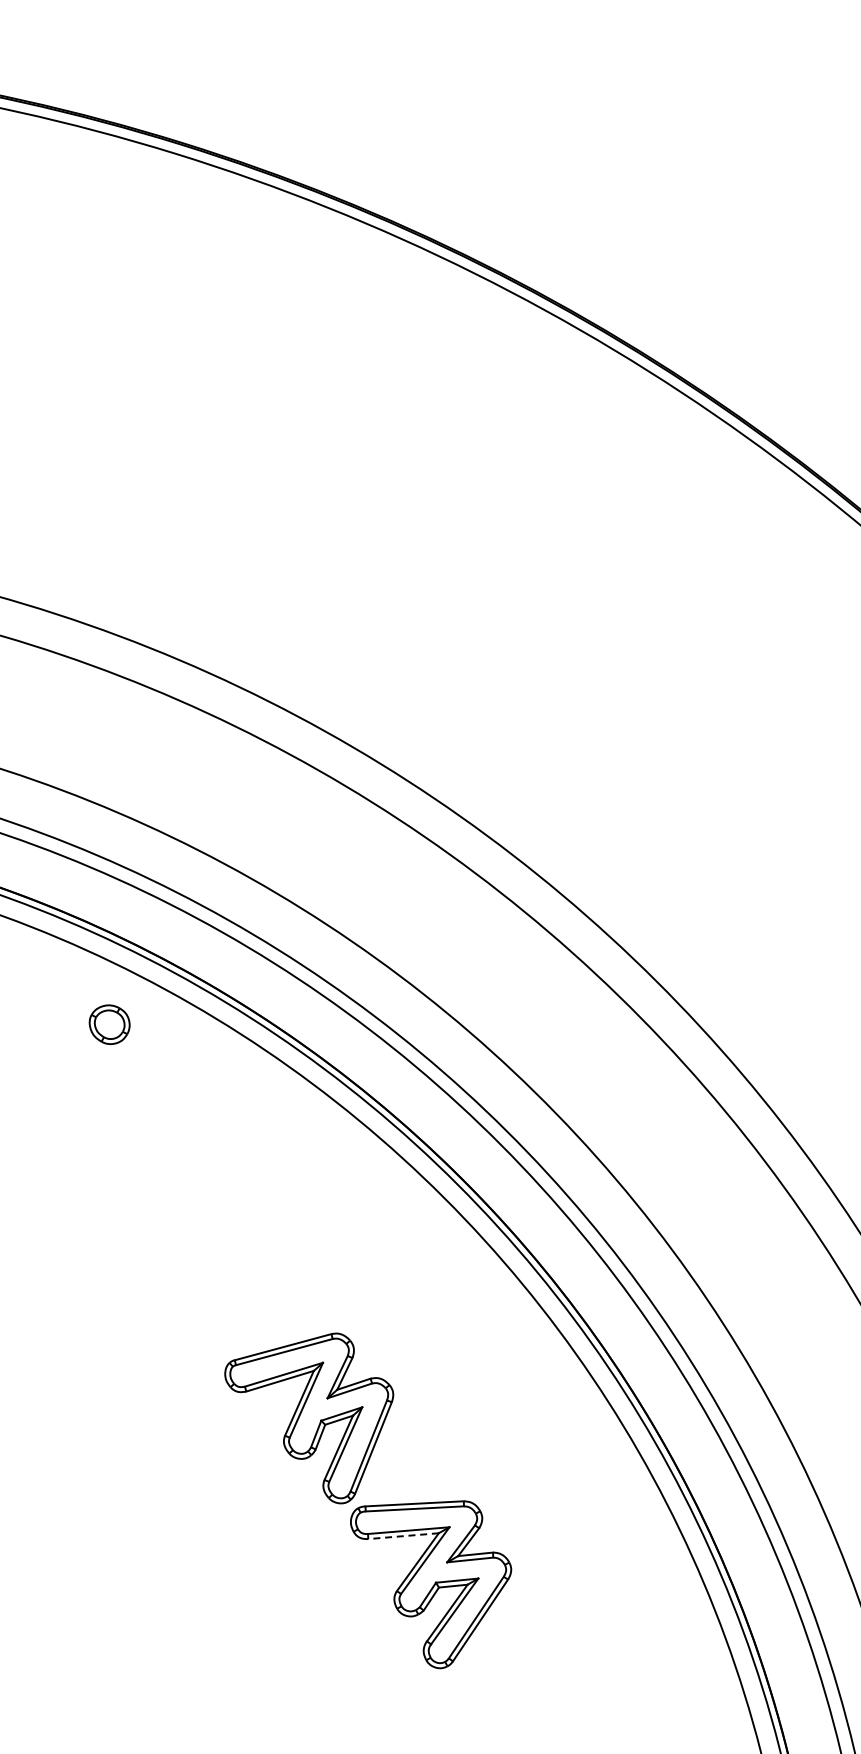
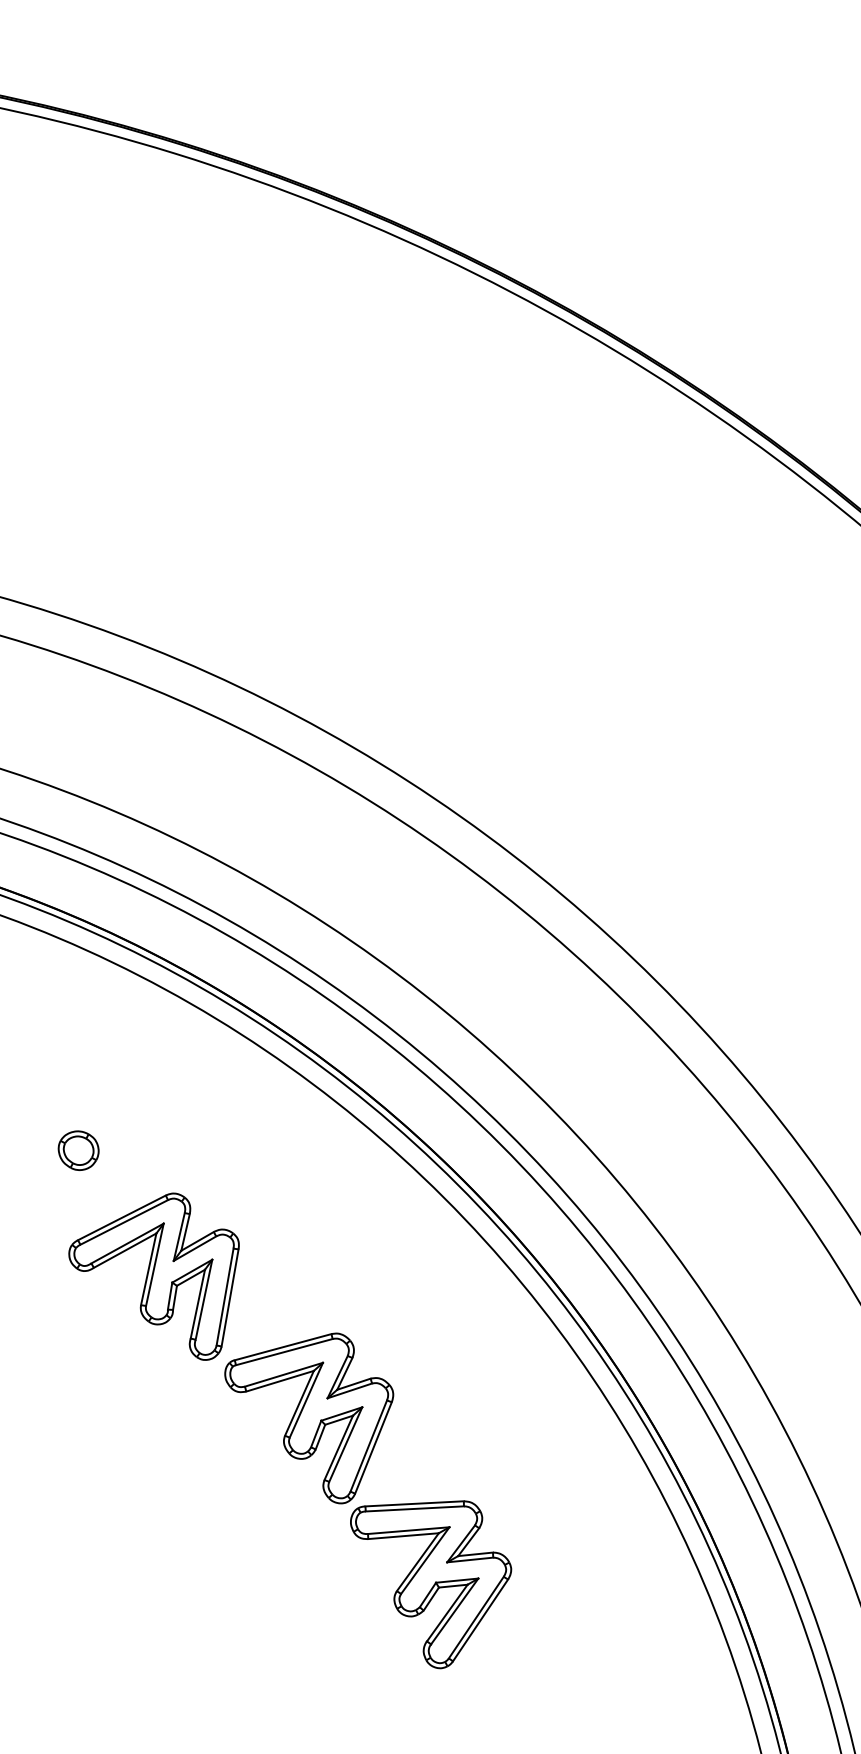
part at (109, 1024) position: (109, 1024) -> (78, 1150)
part at (153, 1276): none -> present
line at (403, 1536): dashed -> solid
